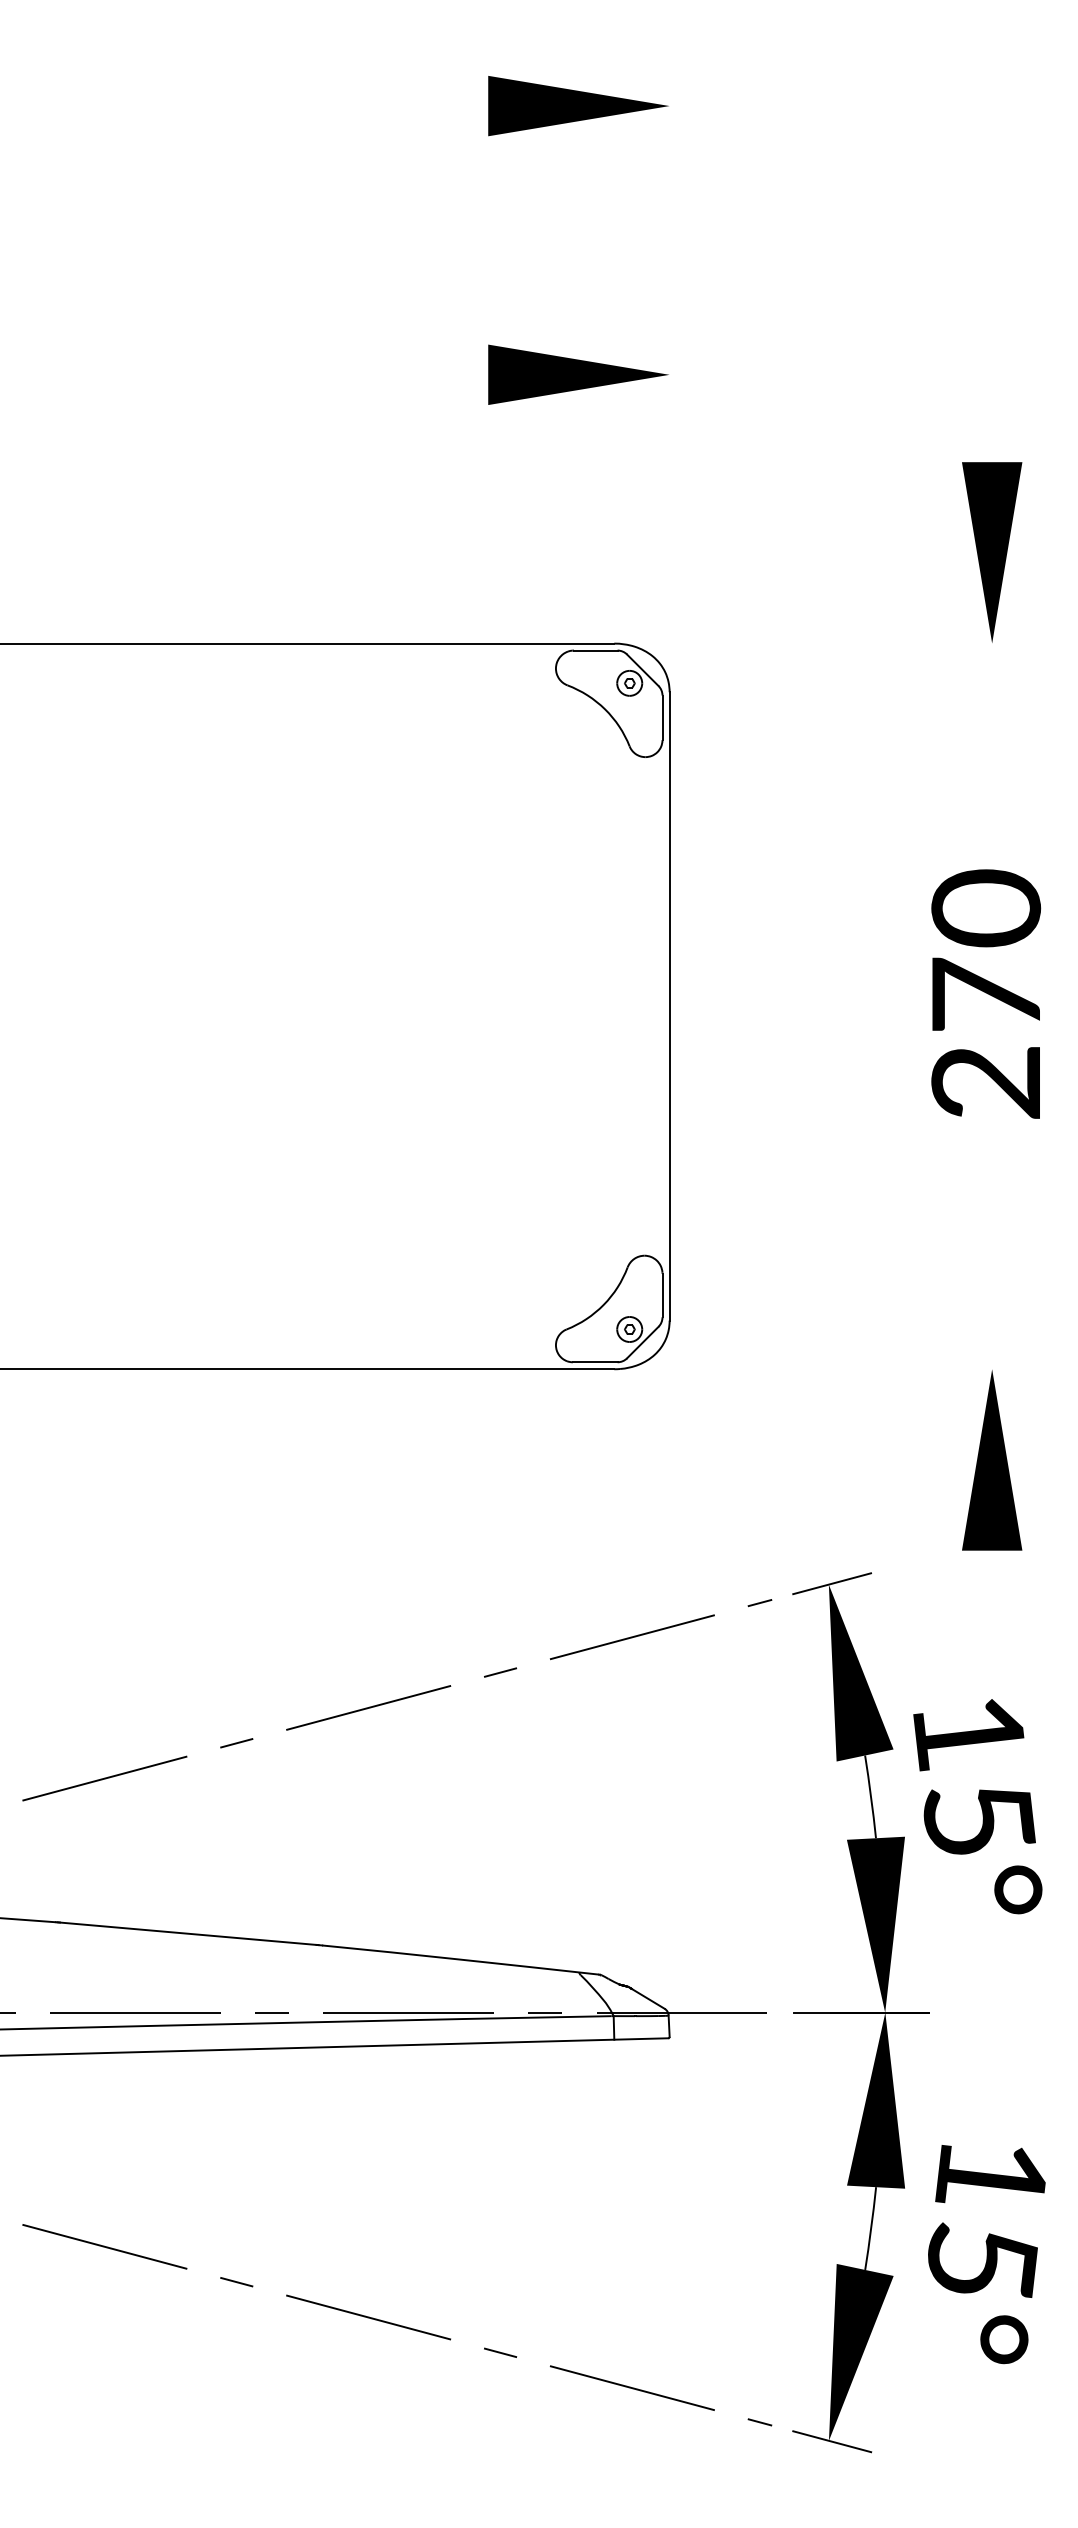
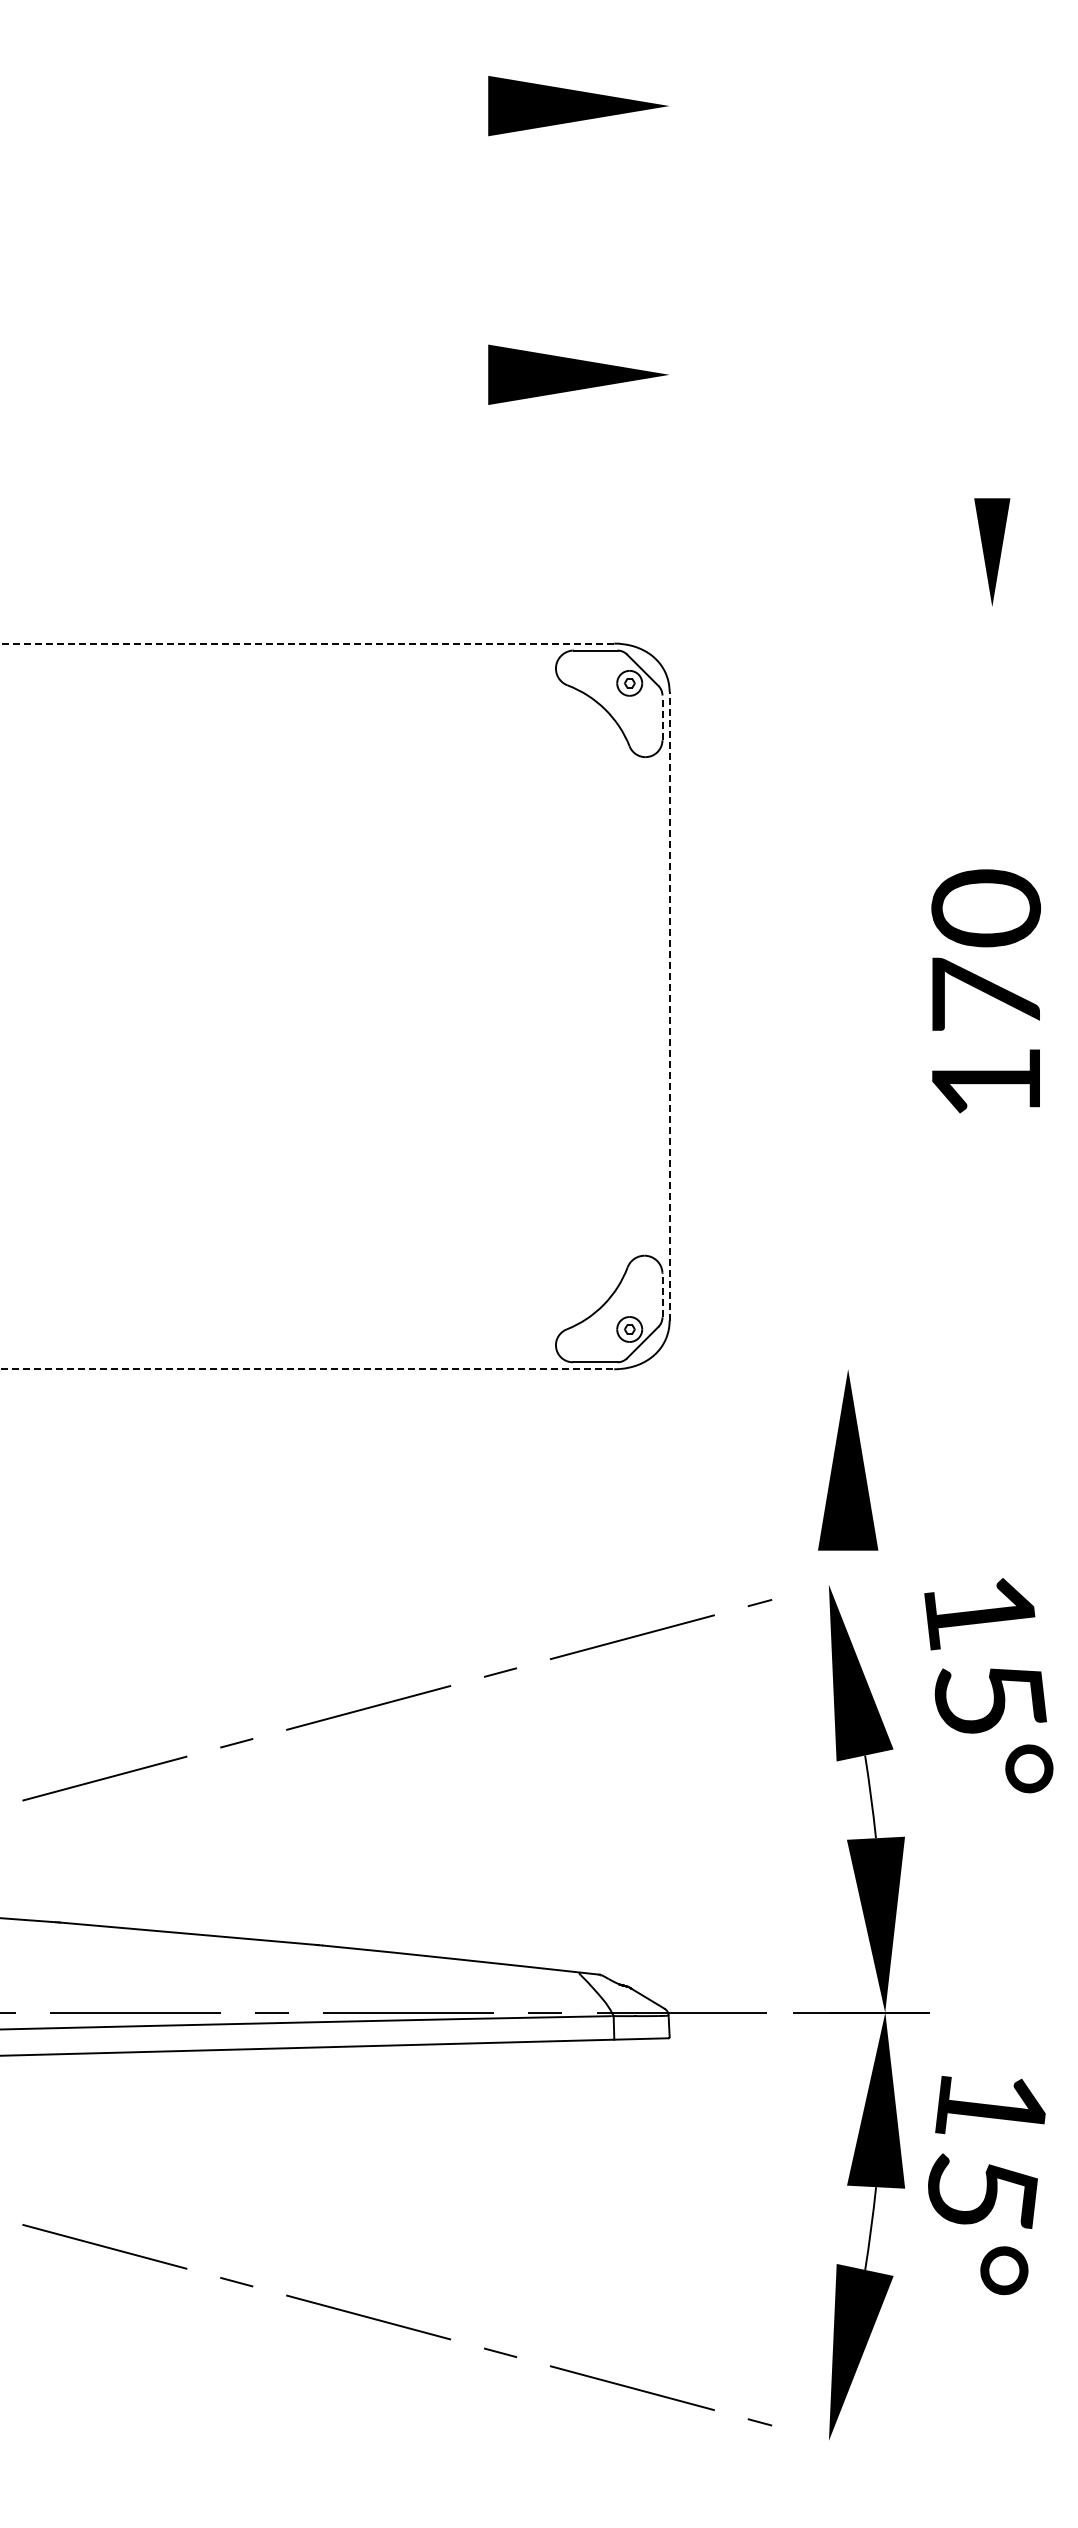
part at (992, 552) size: 61x181 px -> 37x109 px
line at (307, 643): solid -> dashed
line at (662, 717): solid -> dashed
line at (669, 1005): solid -> dashed
text at (985, 1082): 270 -> 170
line at (662, 1295): solid -> dashed
line at (307, 1369): solid -> dashed
part at (992, 1460) position: (992, 1460) -> (848, 1460)
line at (832, 1583): present -> none
text at (977, 1806) position: (977, 1806) -> (988, 1685)
text at (986, 2254) position: (986, 2254) -> (986, 2185)
line at (832, 2441): present -> none
